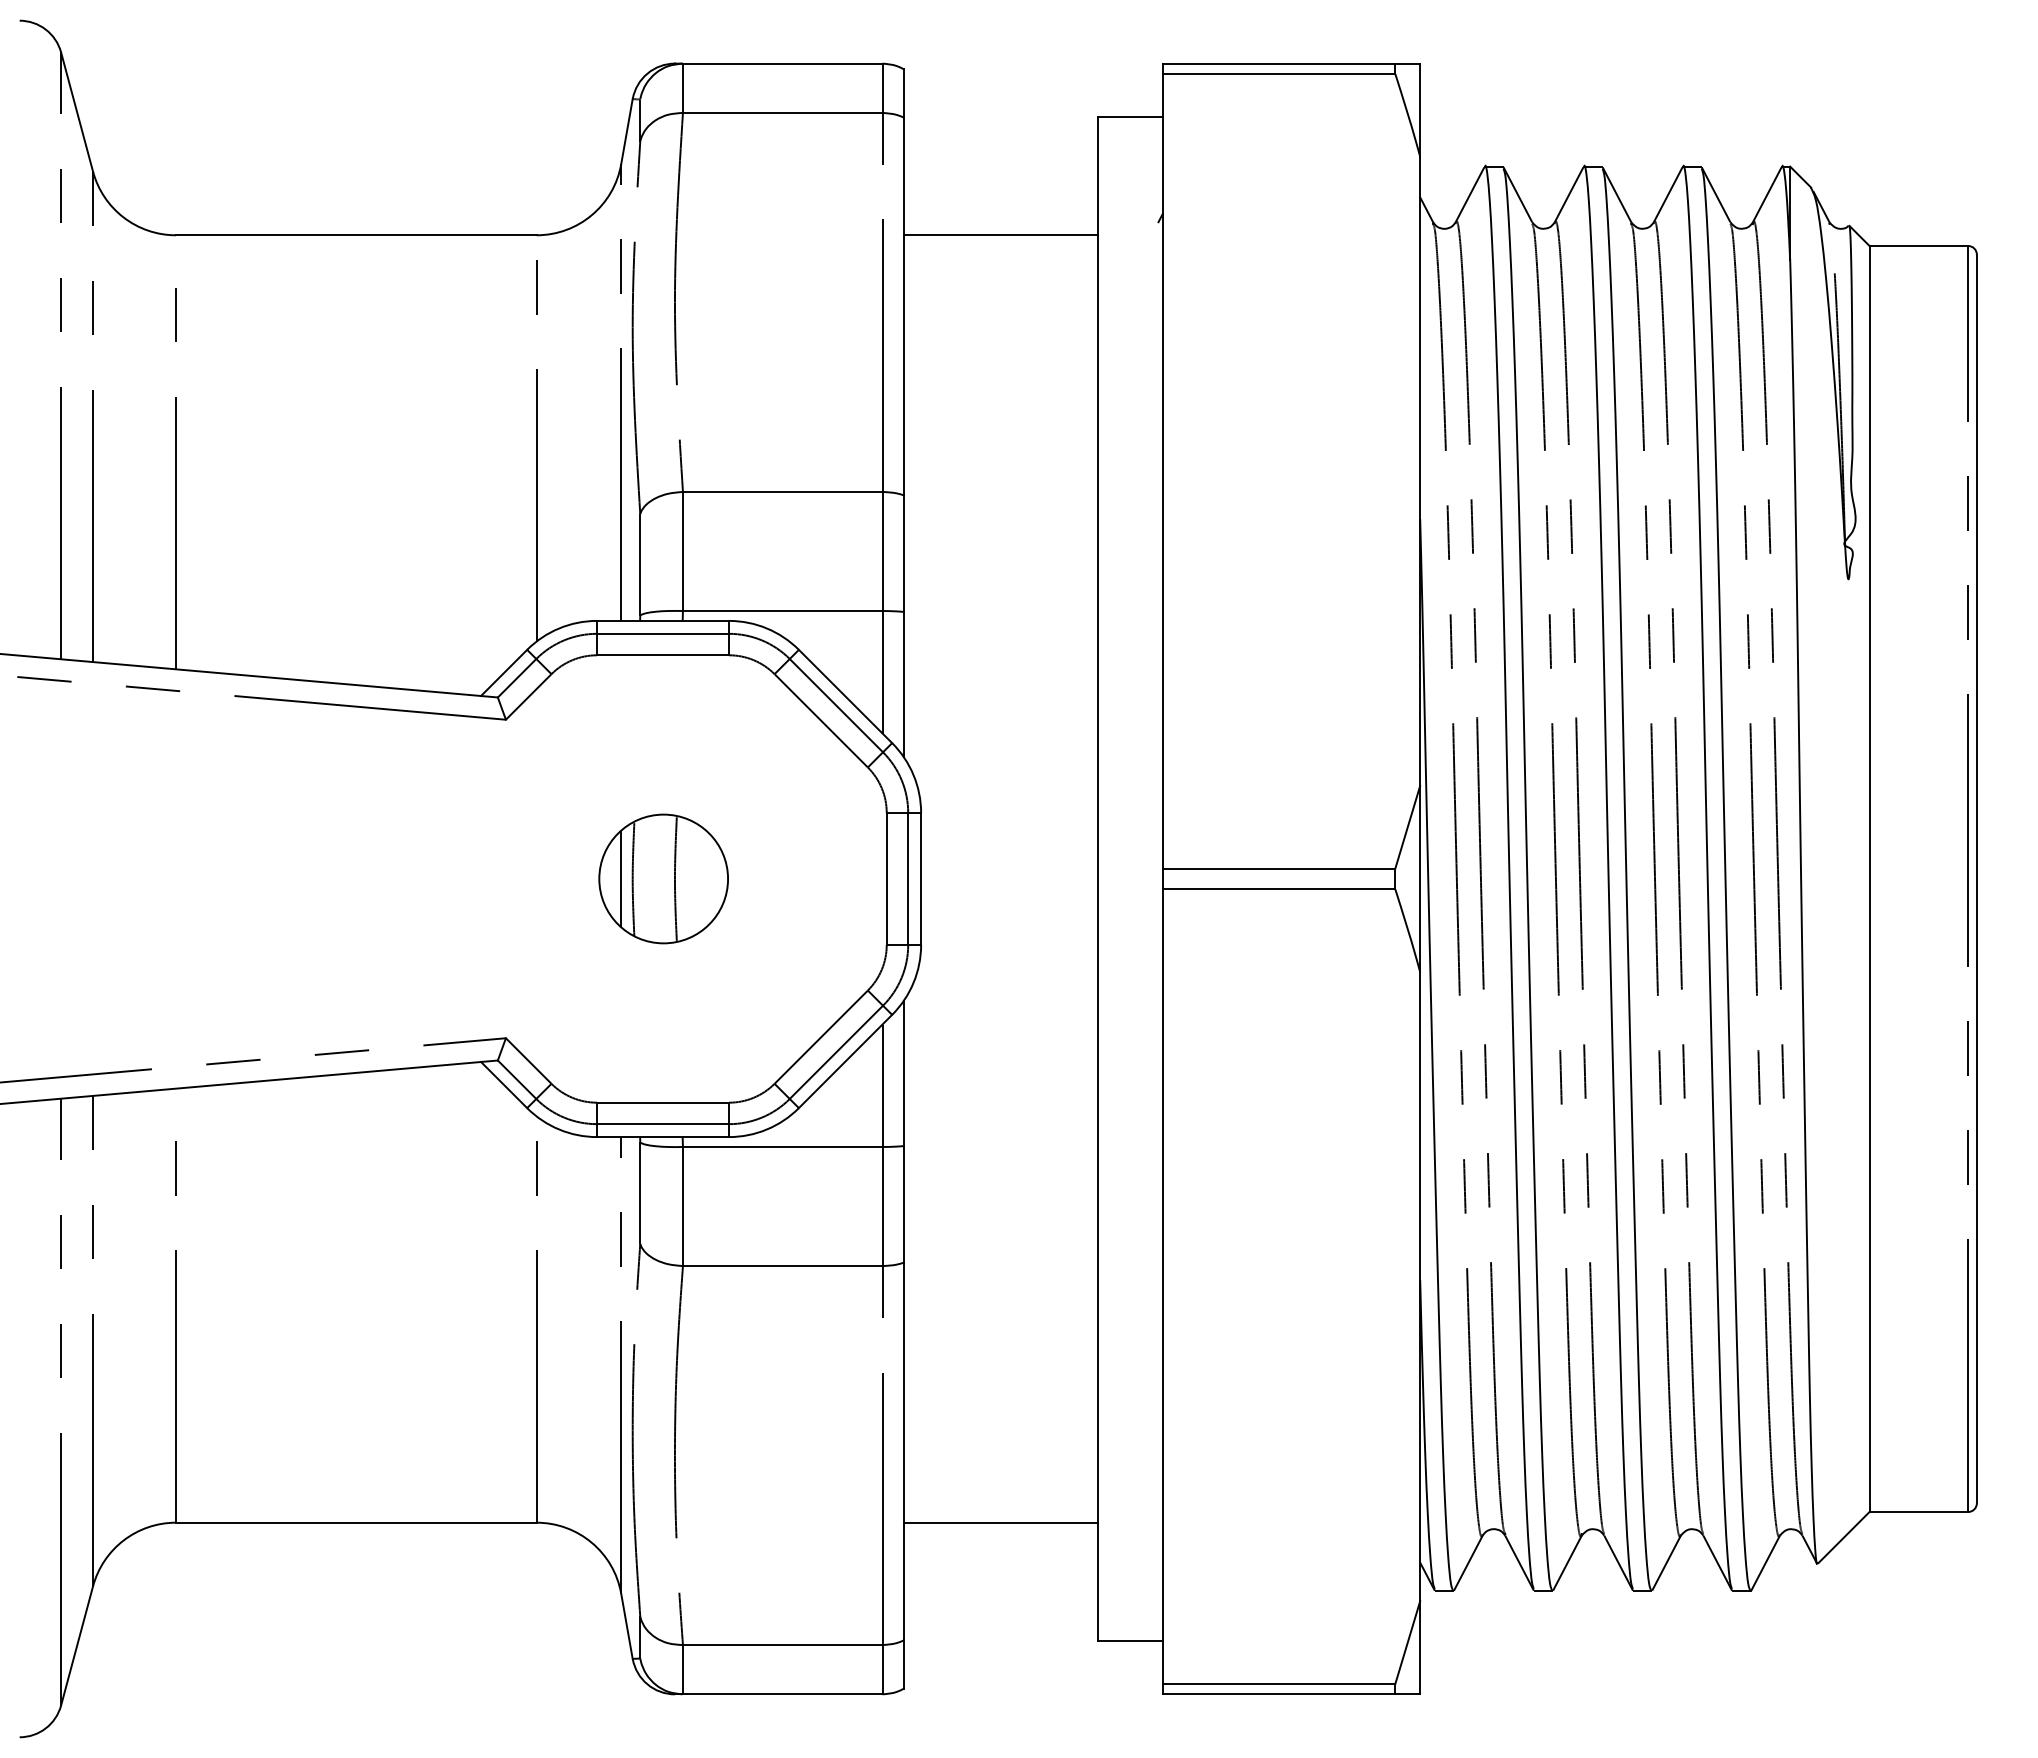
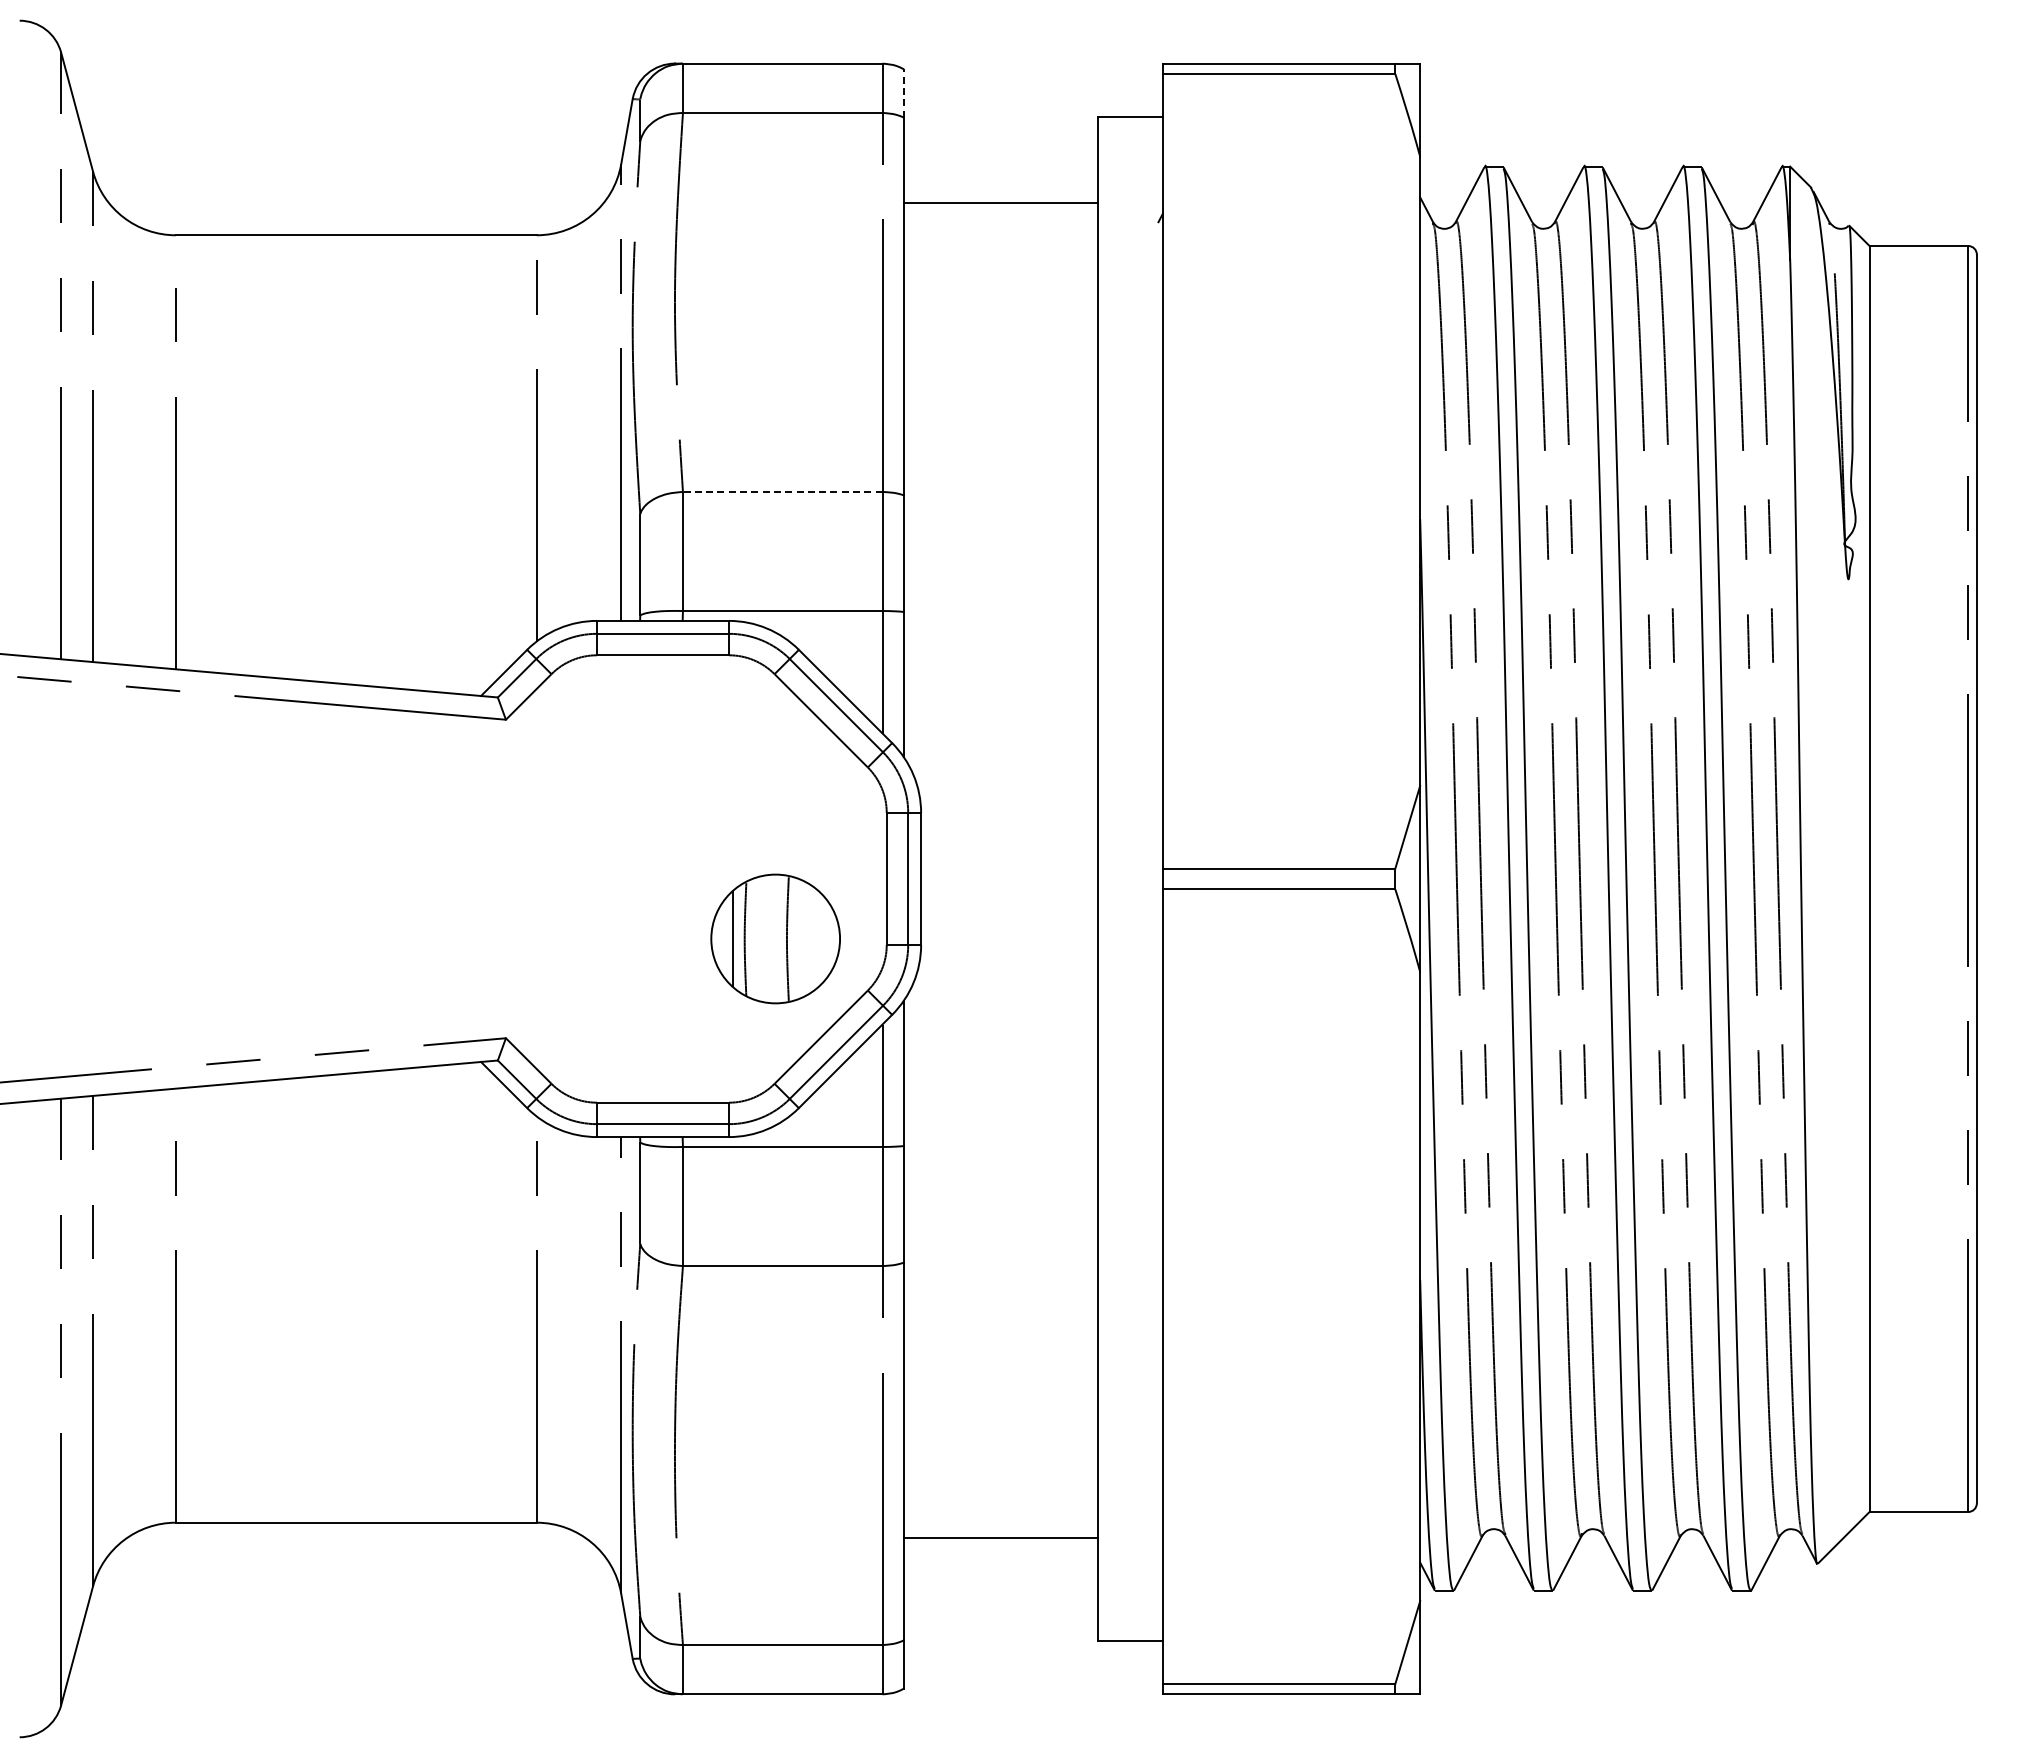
line at (904, 93): solid -> dashed
line at (1001, 235) position: (1001, 235) -> (1001, 203)
line at (782, 491): solid -> dashed
part at (663, 878) position: (663, 878) -> (775, 938)
line at (1001, 1522) position: (1001, 1522) -> (1001, 1537)
